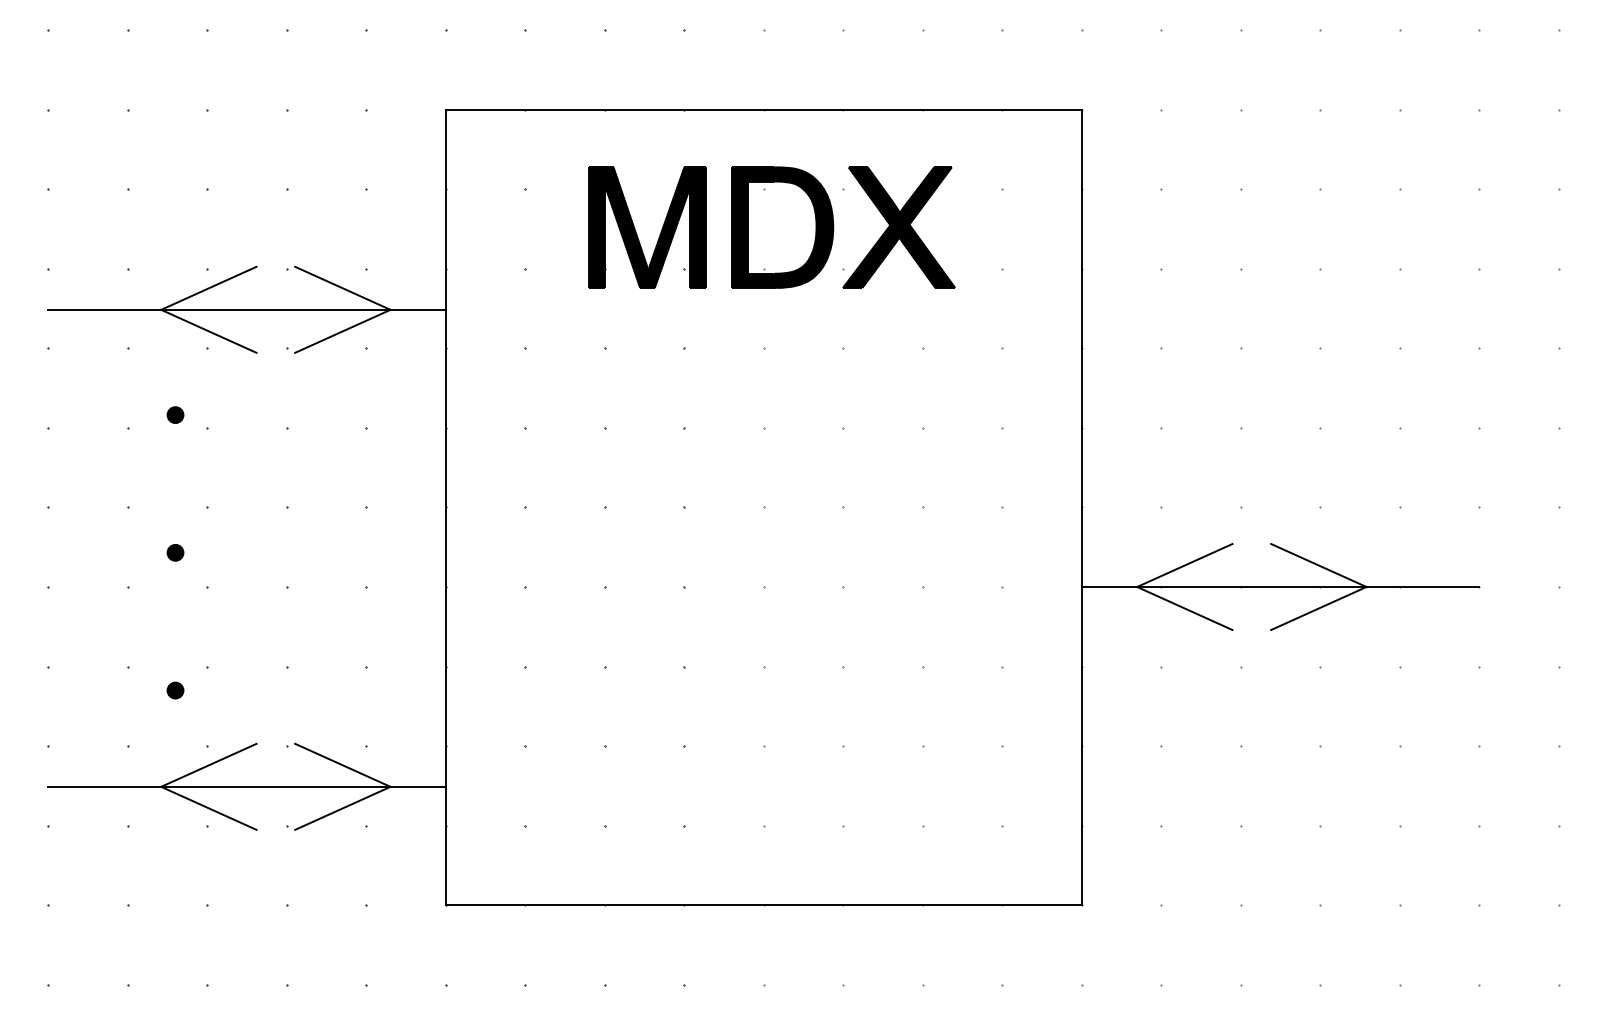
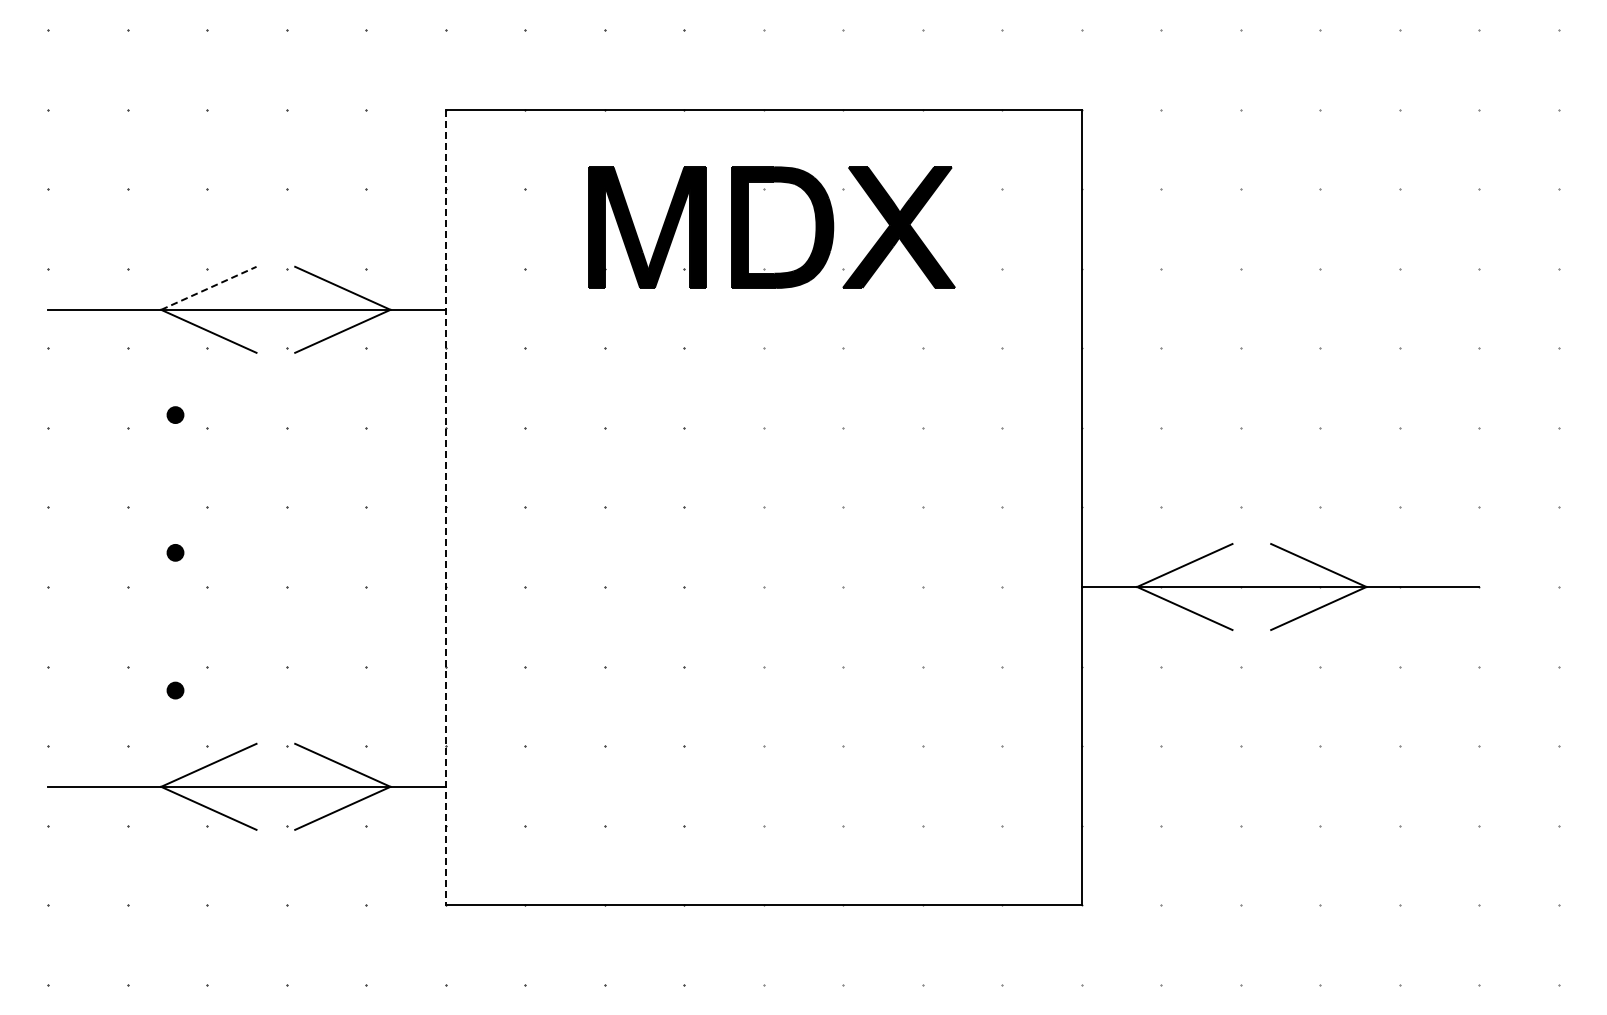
line at (209, 288): solid -> dashed
line at (445, 507): solid -> dashed
